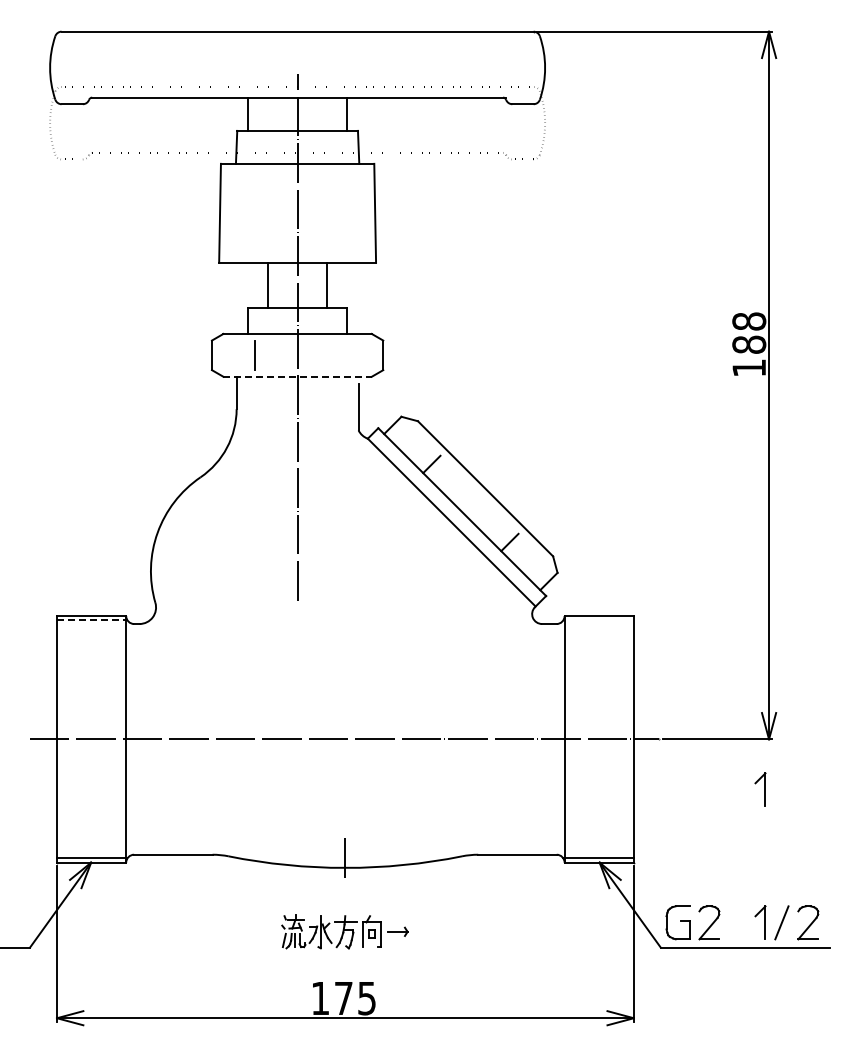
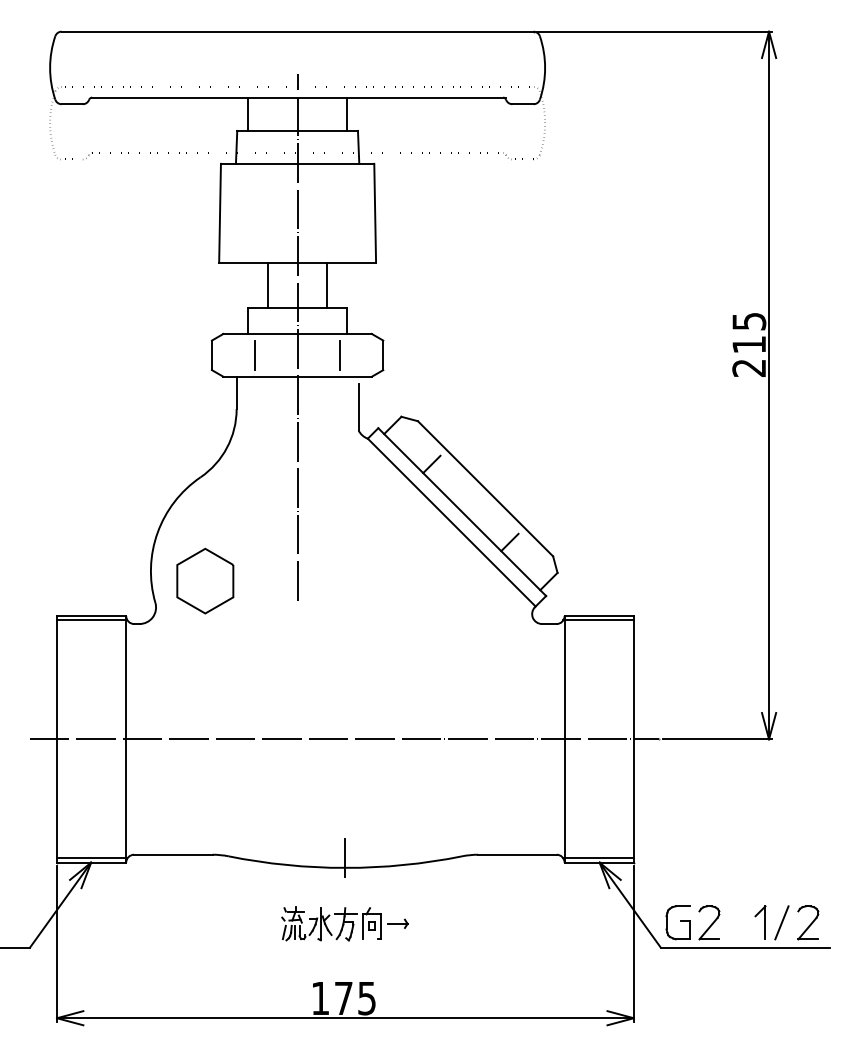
text at (749, 344): 188 -> 215
line at (340, 355): none -> present
line at (298, 376): dashed -> solid
part at (205, 580): none -> present
line at (92, 620): dashed -> solid
line at (598, 620): none -> present
part at (760, 789): present -> none
part at (344, 931) position: (344, 931) -> (344, 923)
